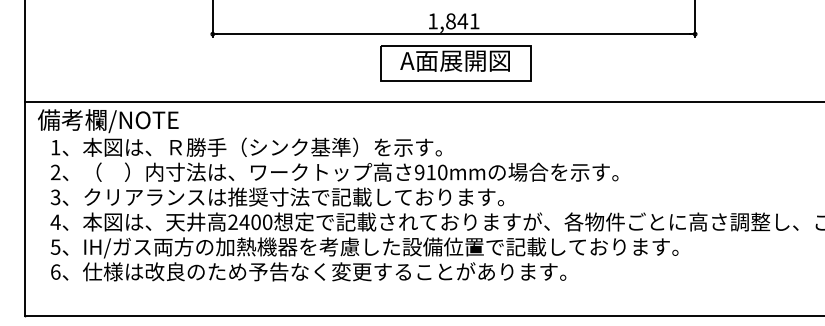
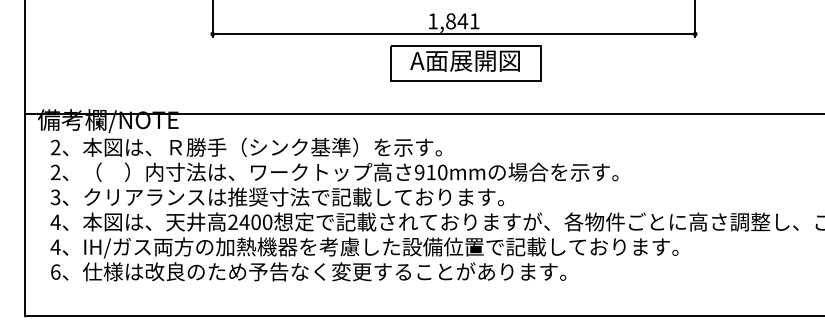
part at (455, 63) position: (455, 63) -> (465, 63)
line at (422, 102) position: (422, 102) -> (422, 114)
text at (55, 147): 1 -> 2
text at (55, 246): 5 -> 4
